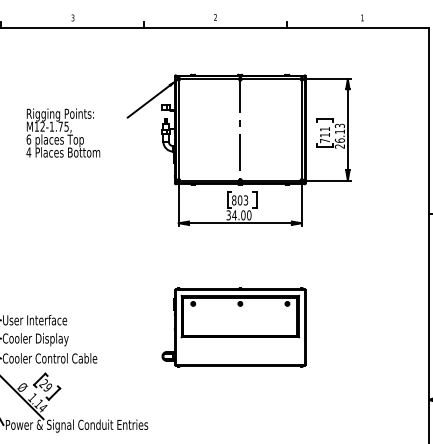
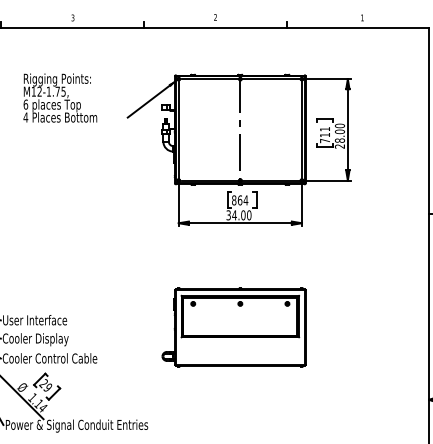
text at (63, 132) position: (63, 132) -> (60, 97)
text at (339, 132): 26.13 -> 28.00
text at (243, 200): 803 -> 864
